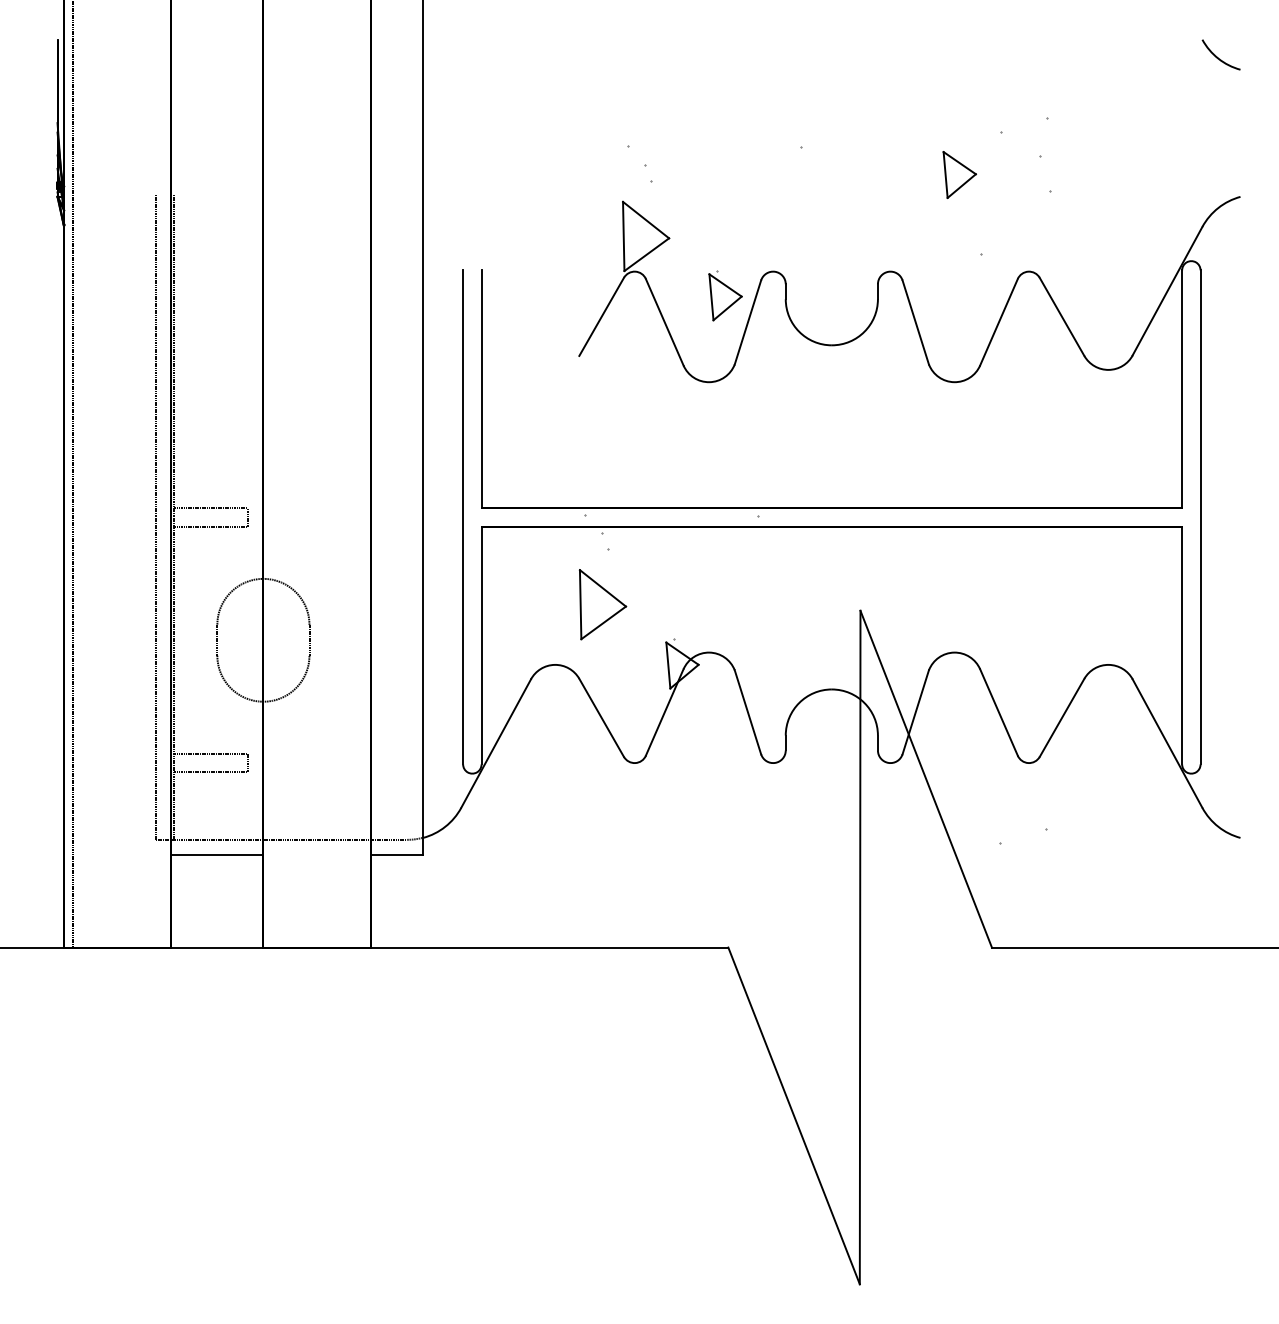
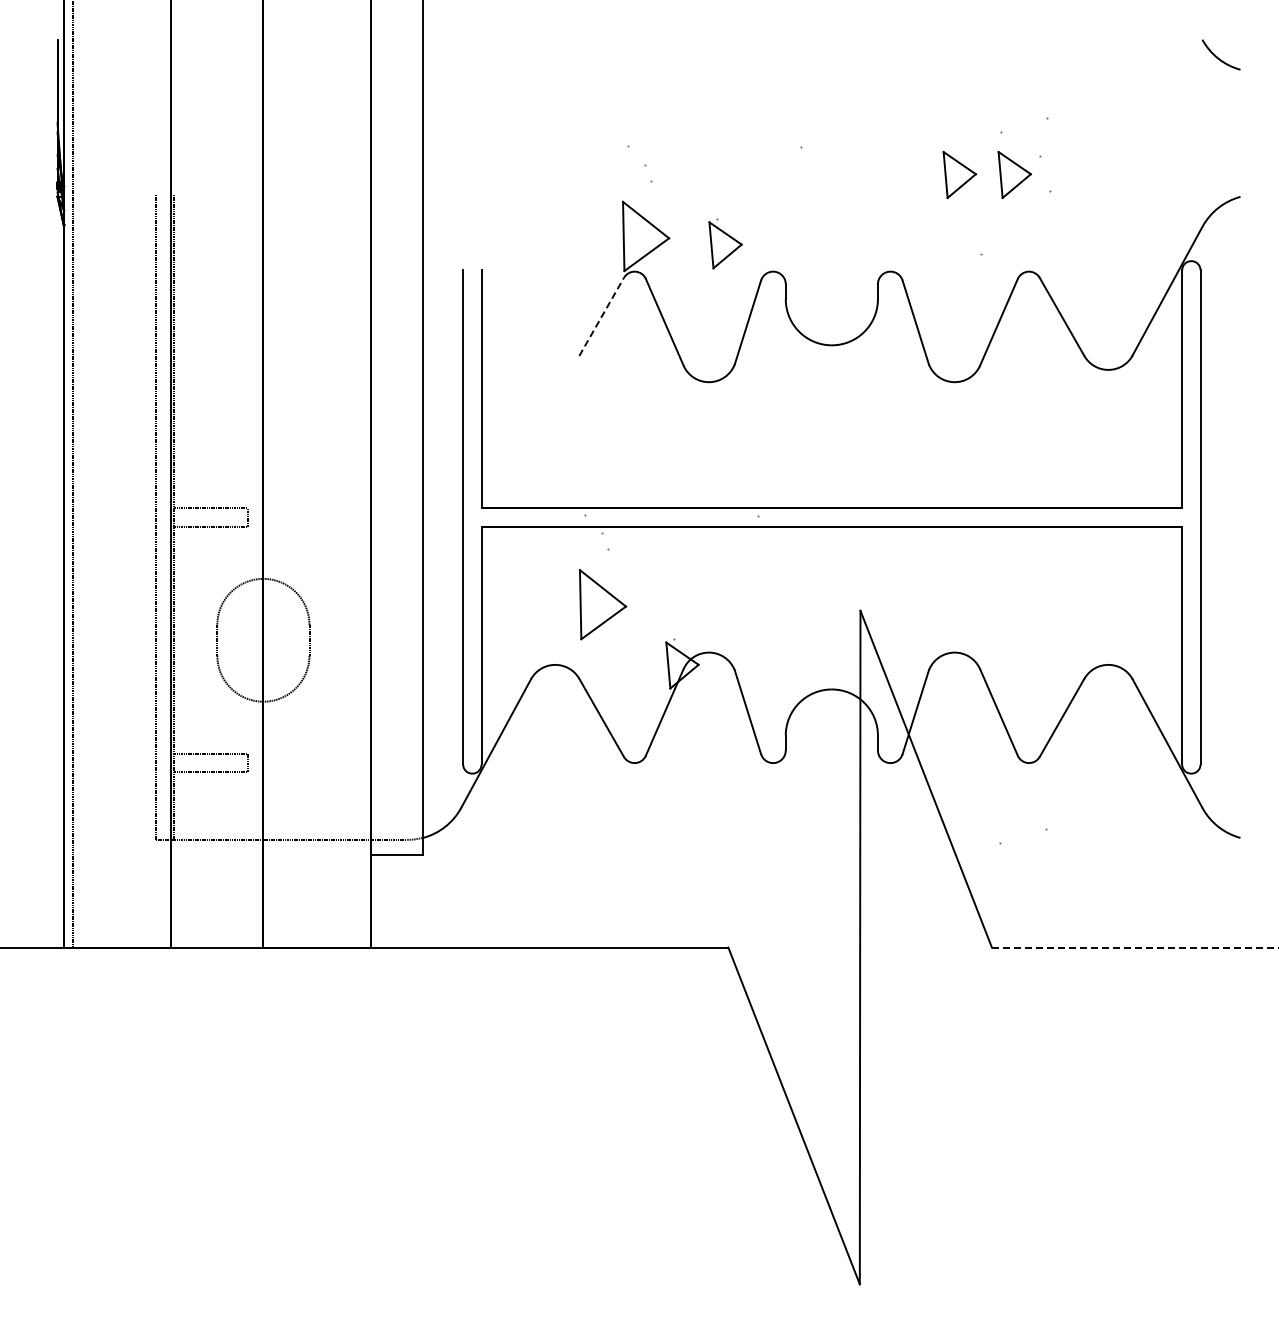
part at (1014, 174): none -> present
part at (725, 295) position: (725, 295) -> (725, 243)
line at (601, 316): solid -> dashed
line at (217, 855): present -> none
line at (1135, 947): solid -> dashed
